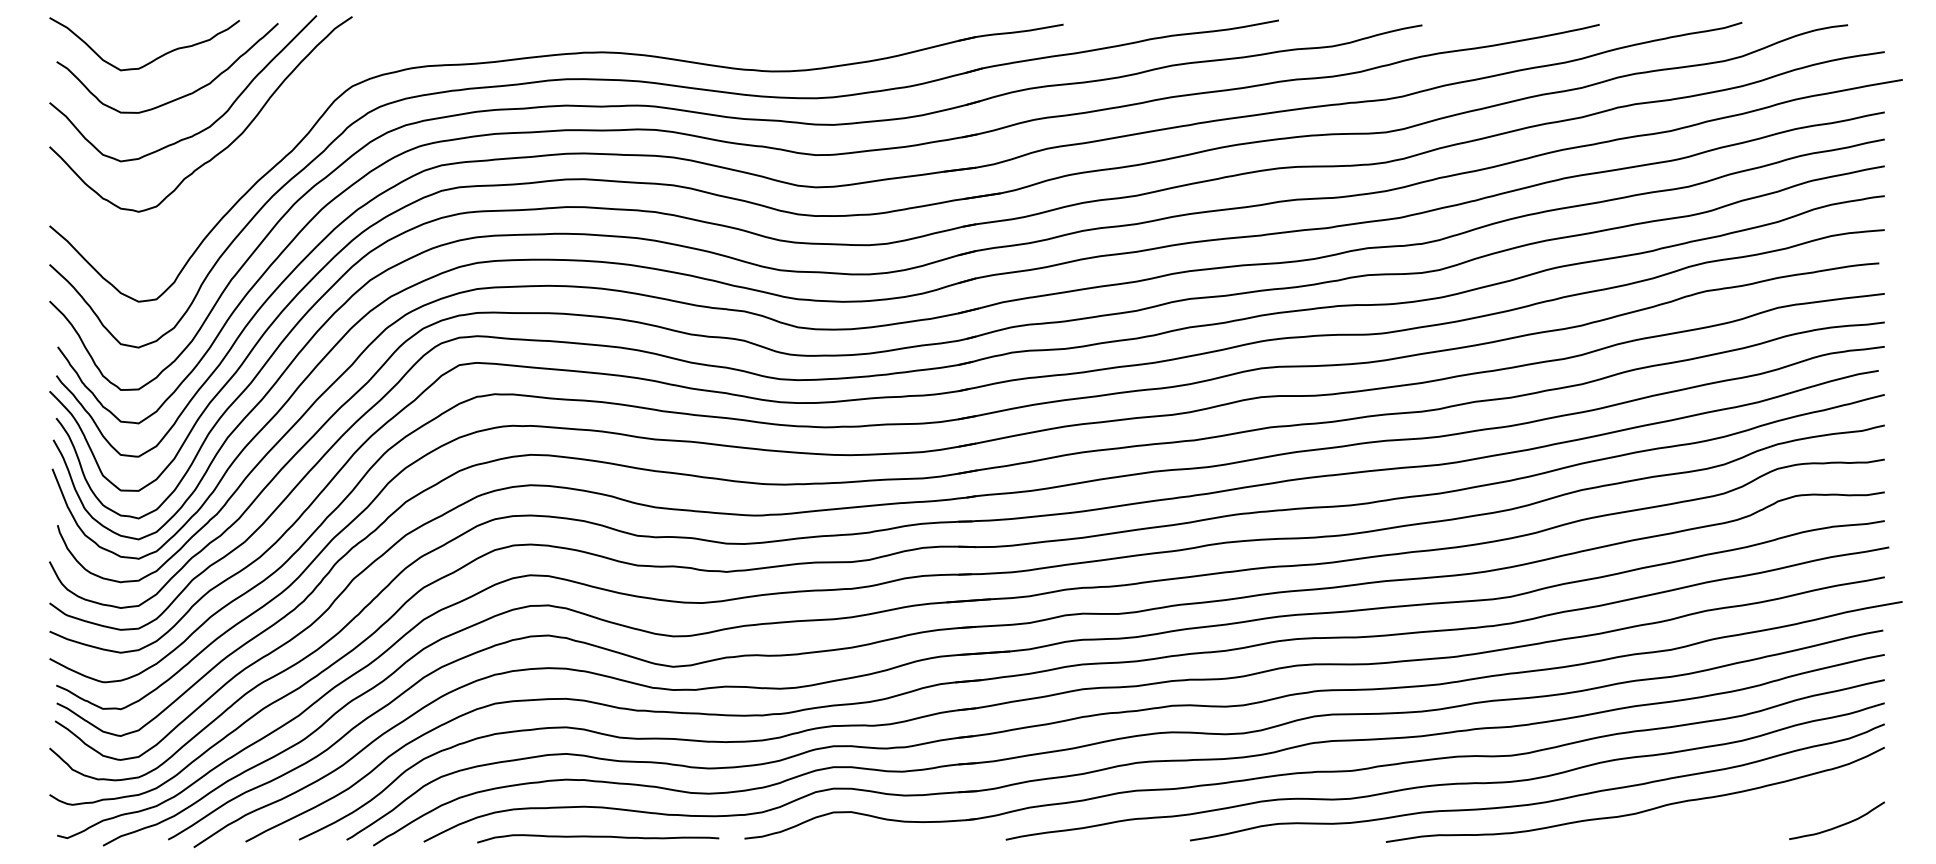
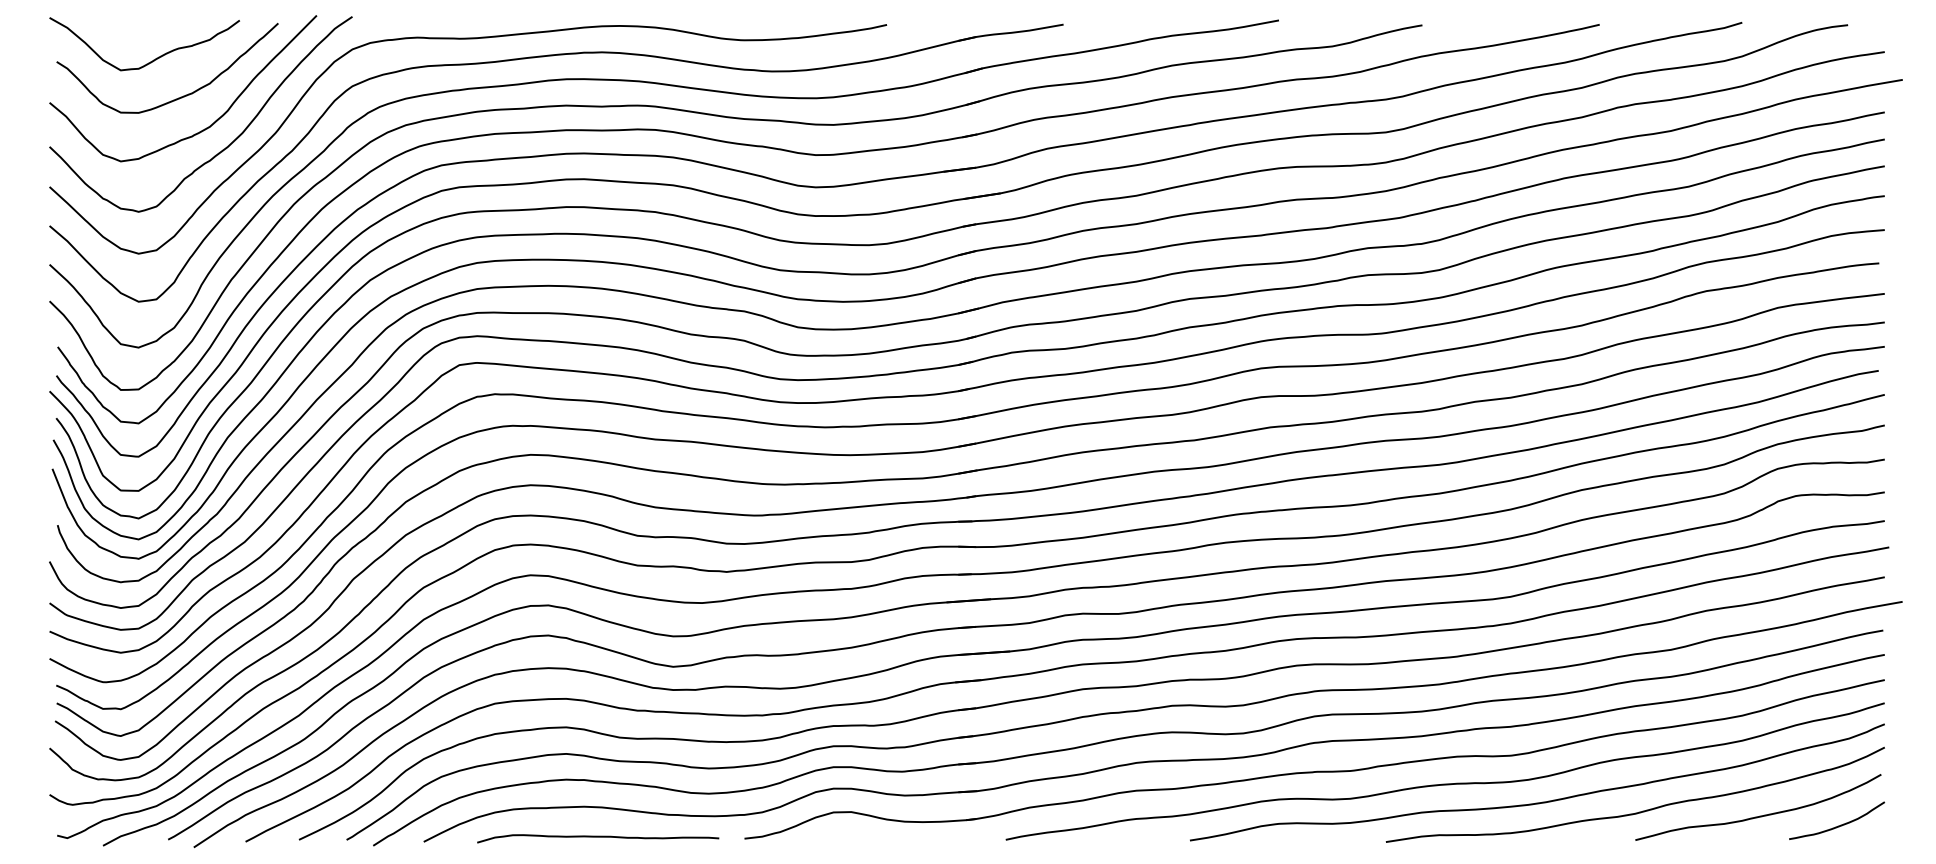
curve at (468, 39): none -> present
curve at (1759, 815): none -> present
